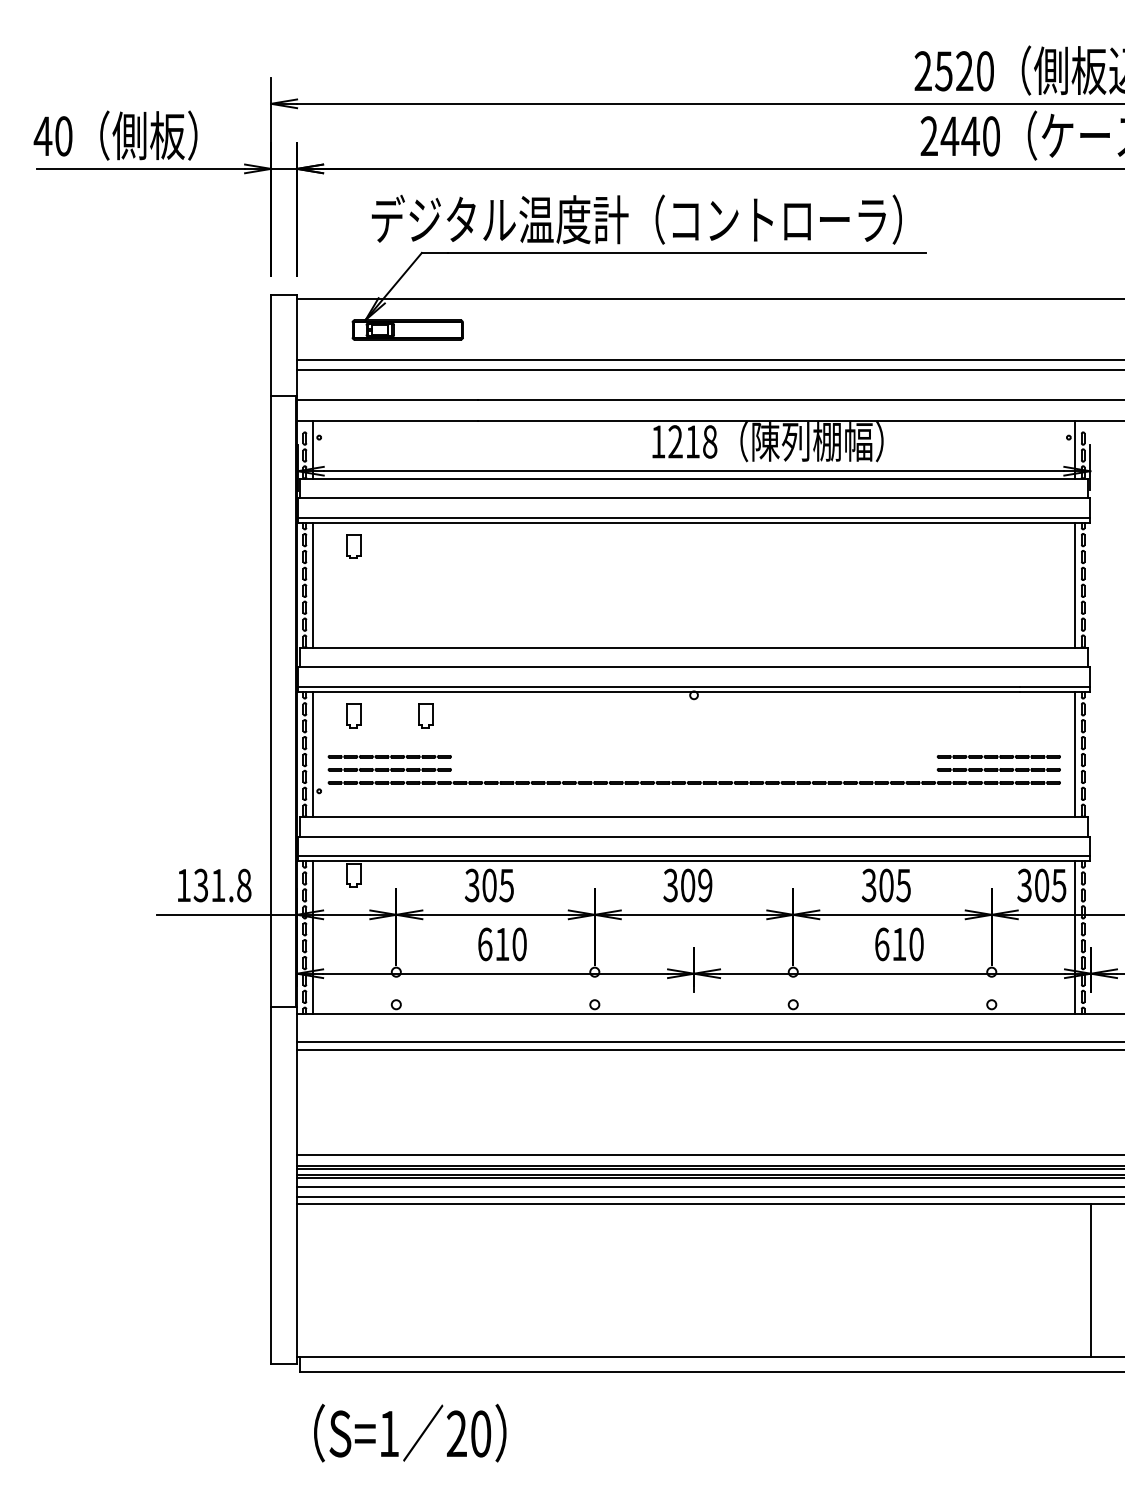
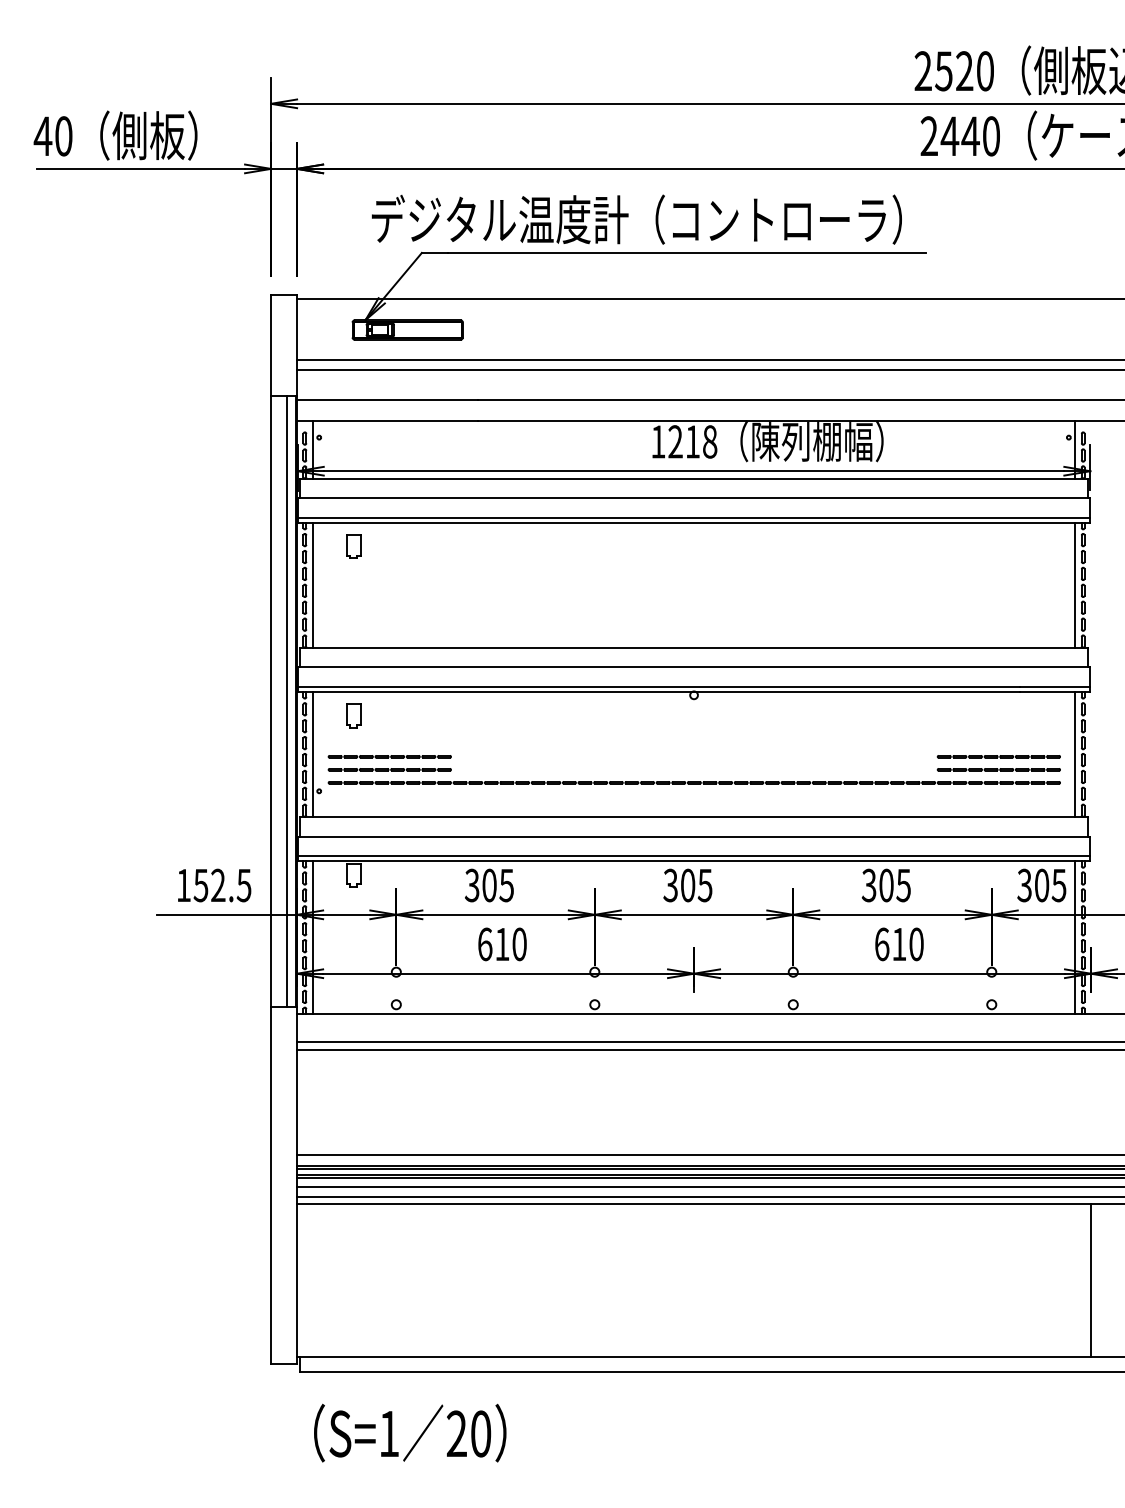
line at (286, 700): none -> present
part at (425, 715): present -> none
text at (222, 885): 131.8 -> 152.5
text at (704, 885): 309 -> 305
